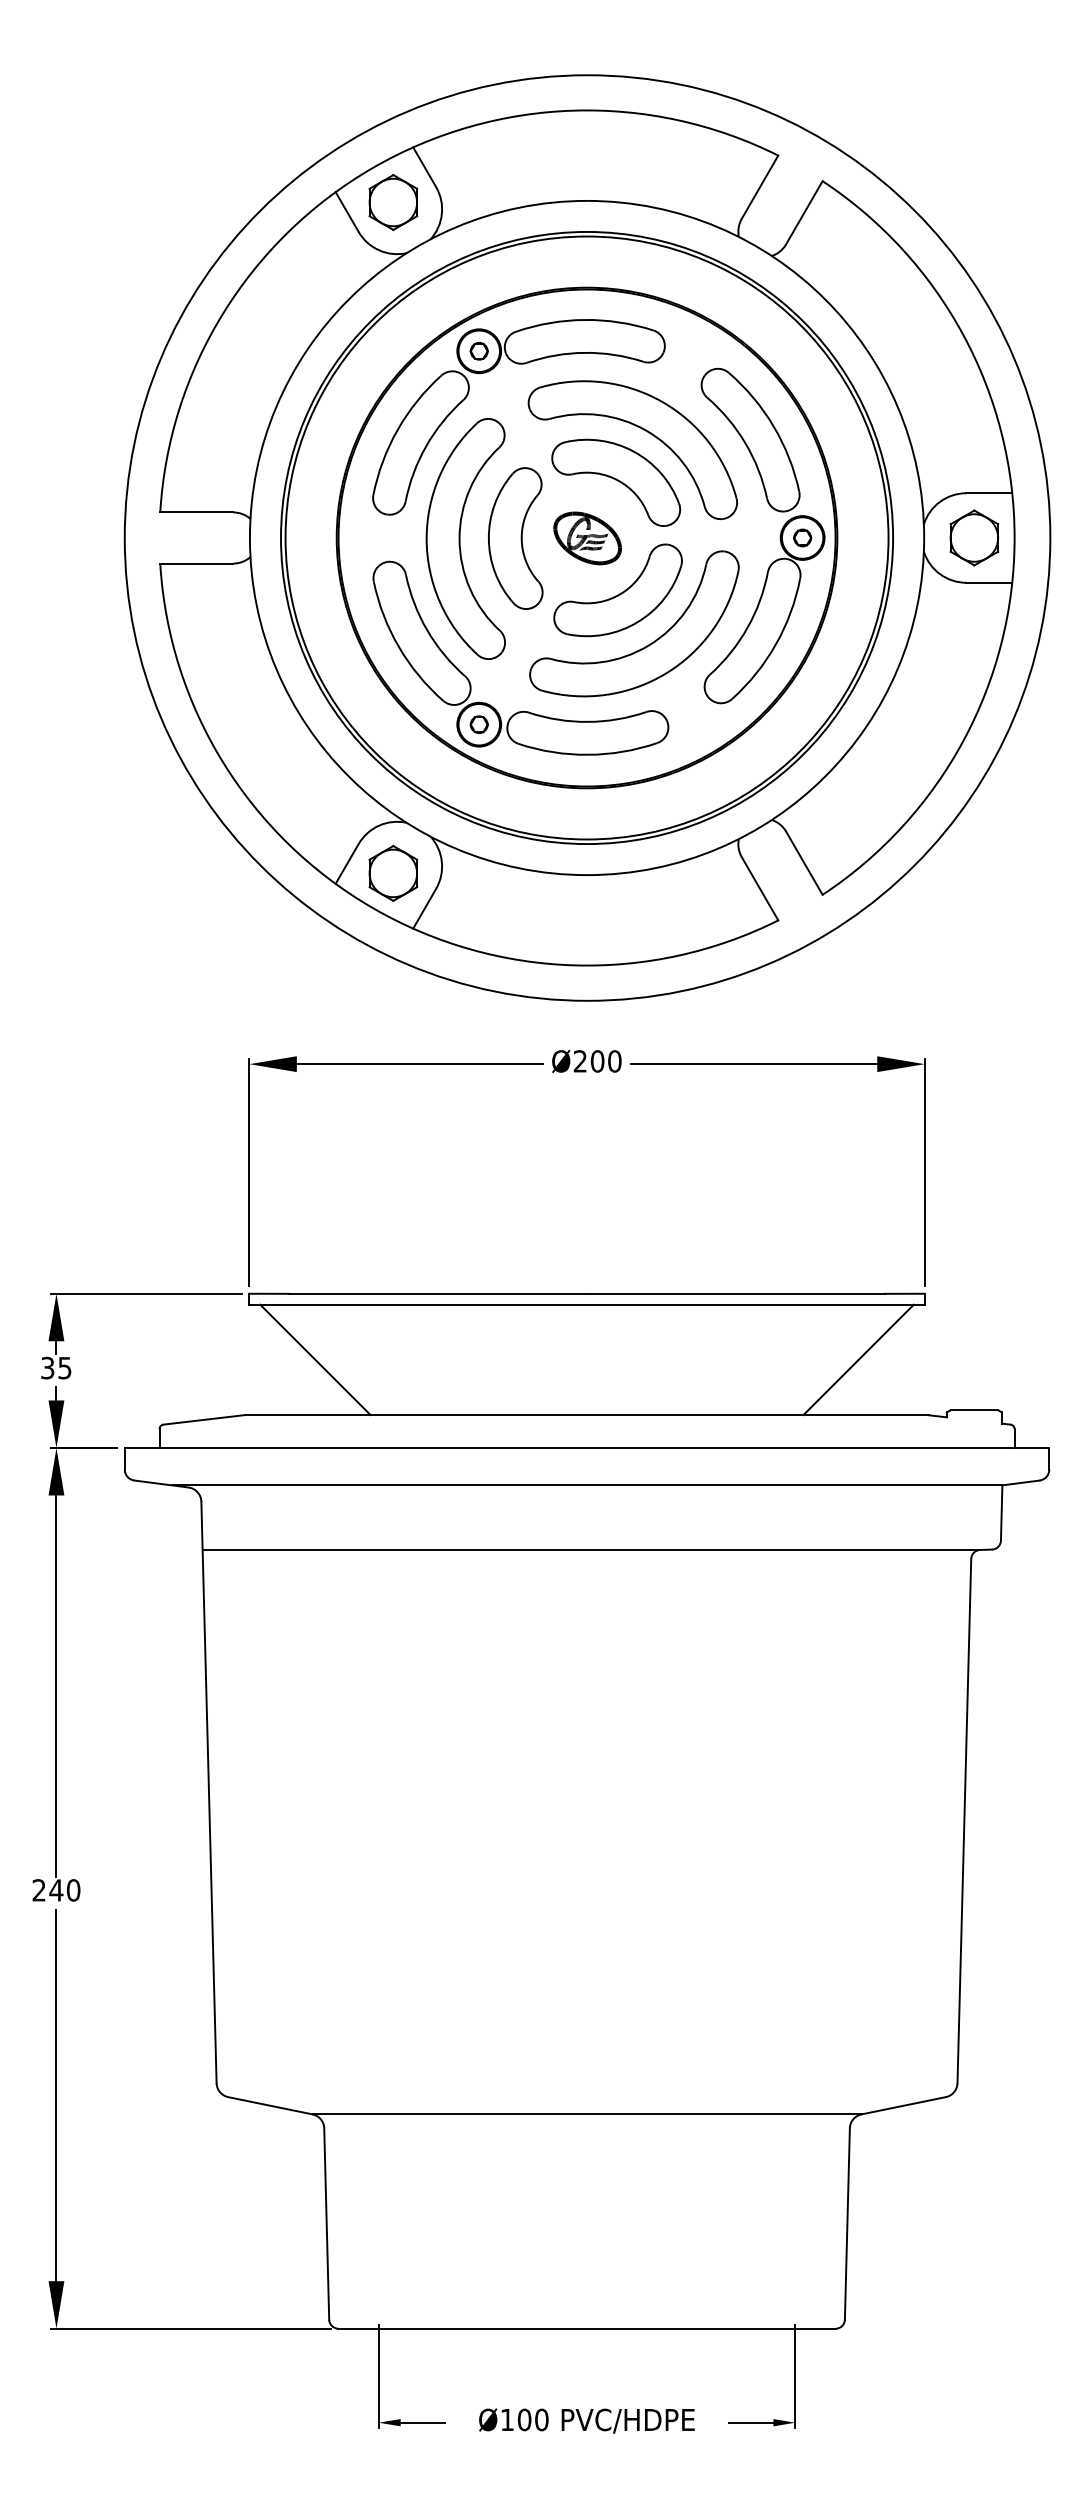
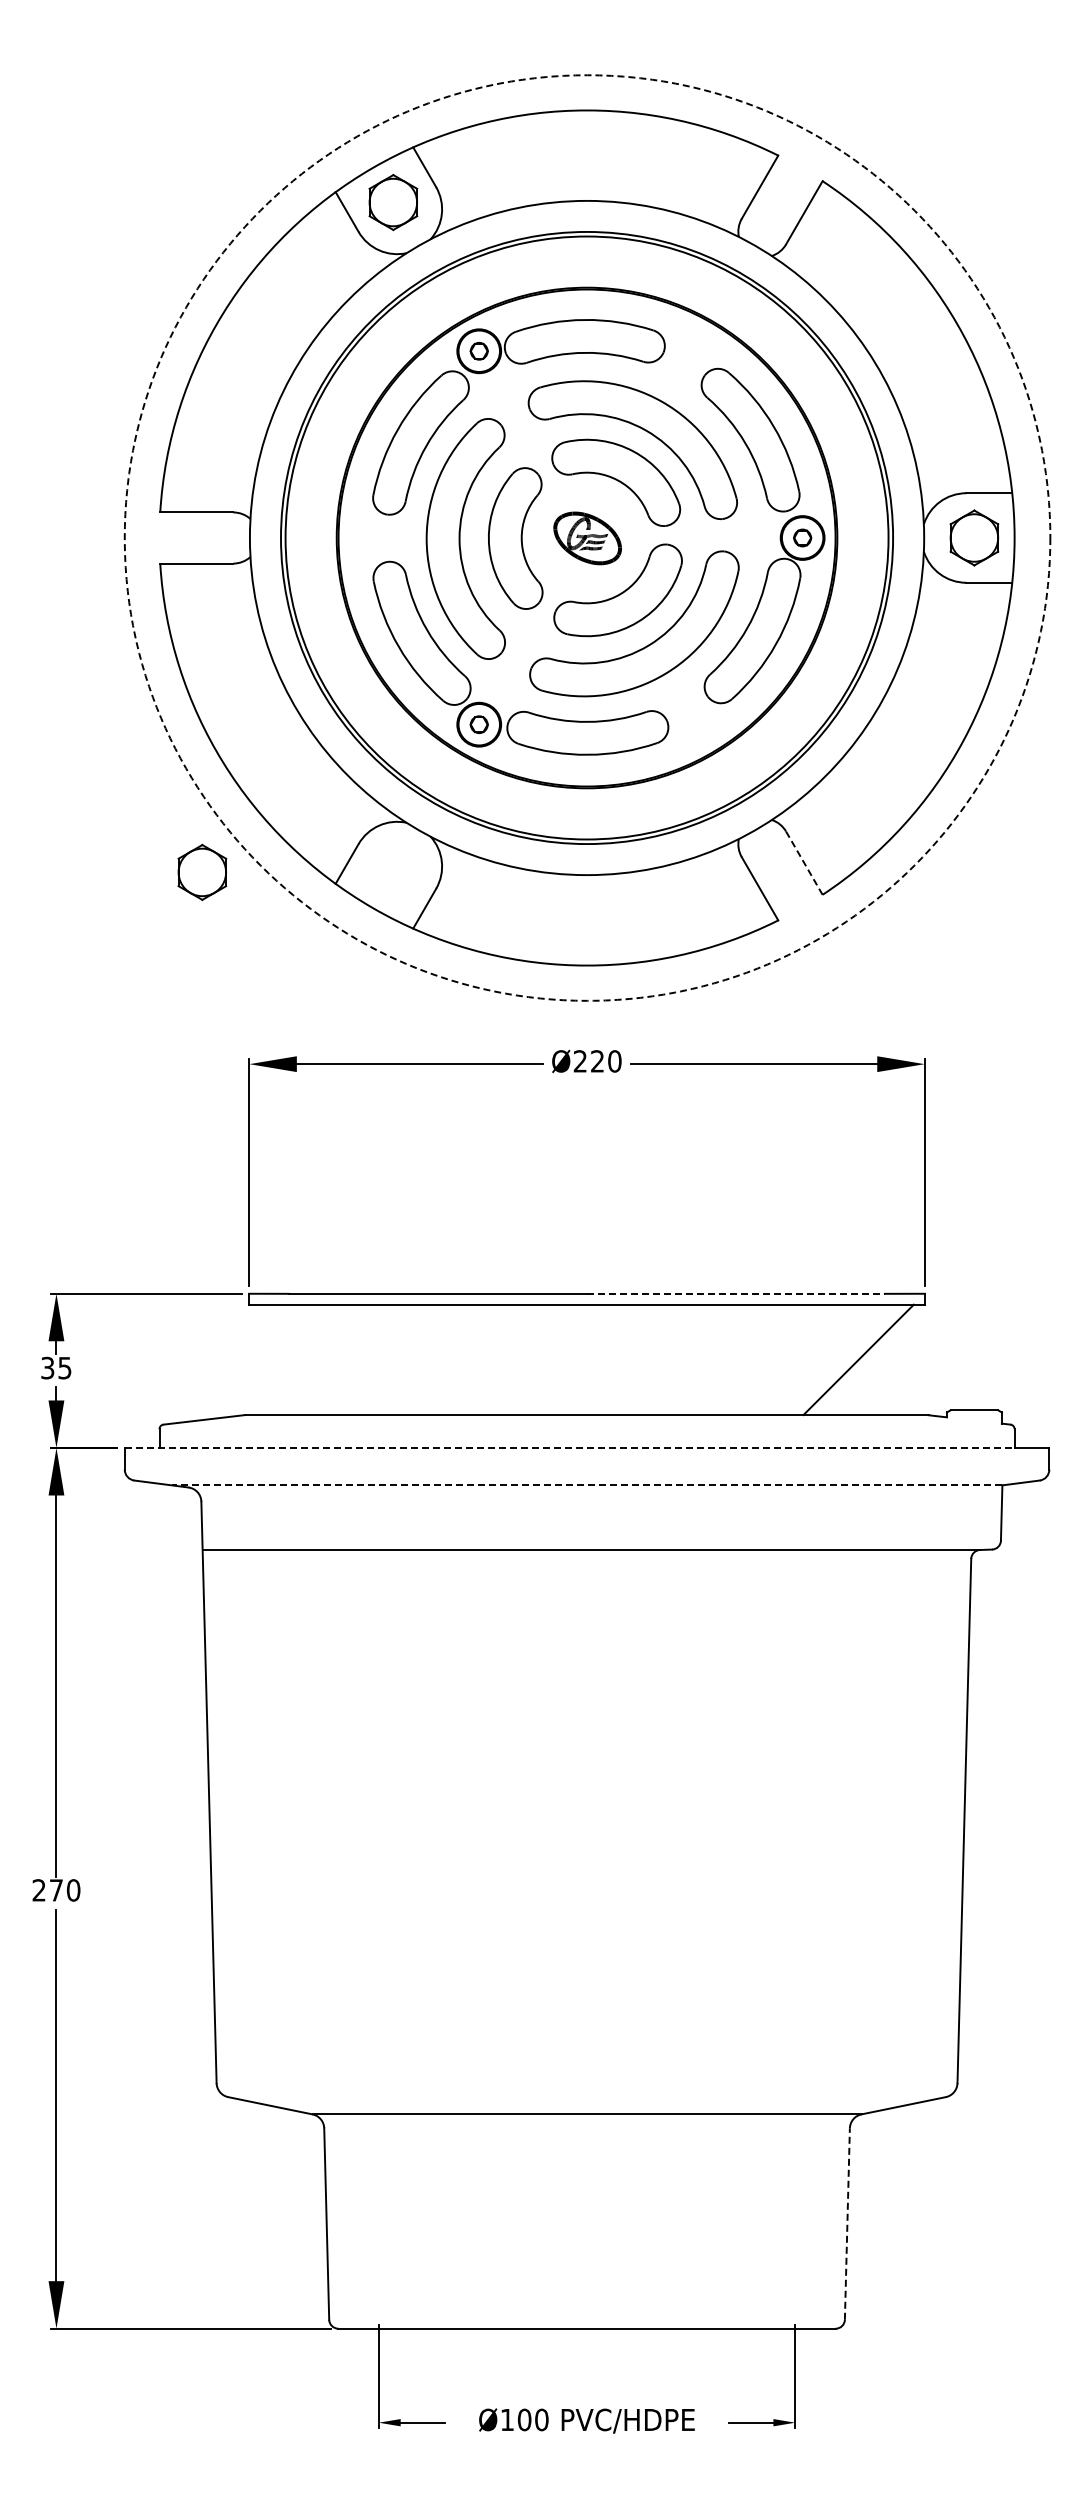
circle at (587, 537): solid -> dashed
line at (804, 863): solid -> dashed
part at (393, 872) position: (393, 872) -> (202, 871)
text at (597, 1061): Ø200 -> Ø220
line at (735, 1293): solid -> dashed
line at (315, 1359): present -> none
line at (569, 1447): solid -> dashed
line at (586, 1485): solid -> dashed
text at (56, 1890): 240 -> 270
line at (847, 2224): solid -> dashed
